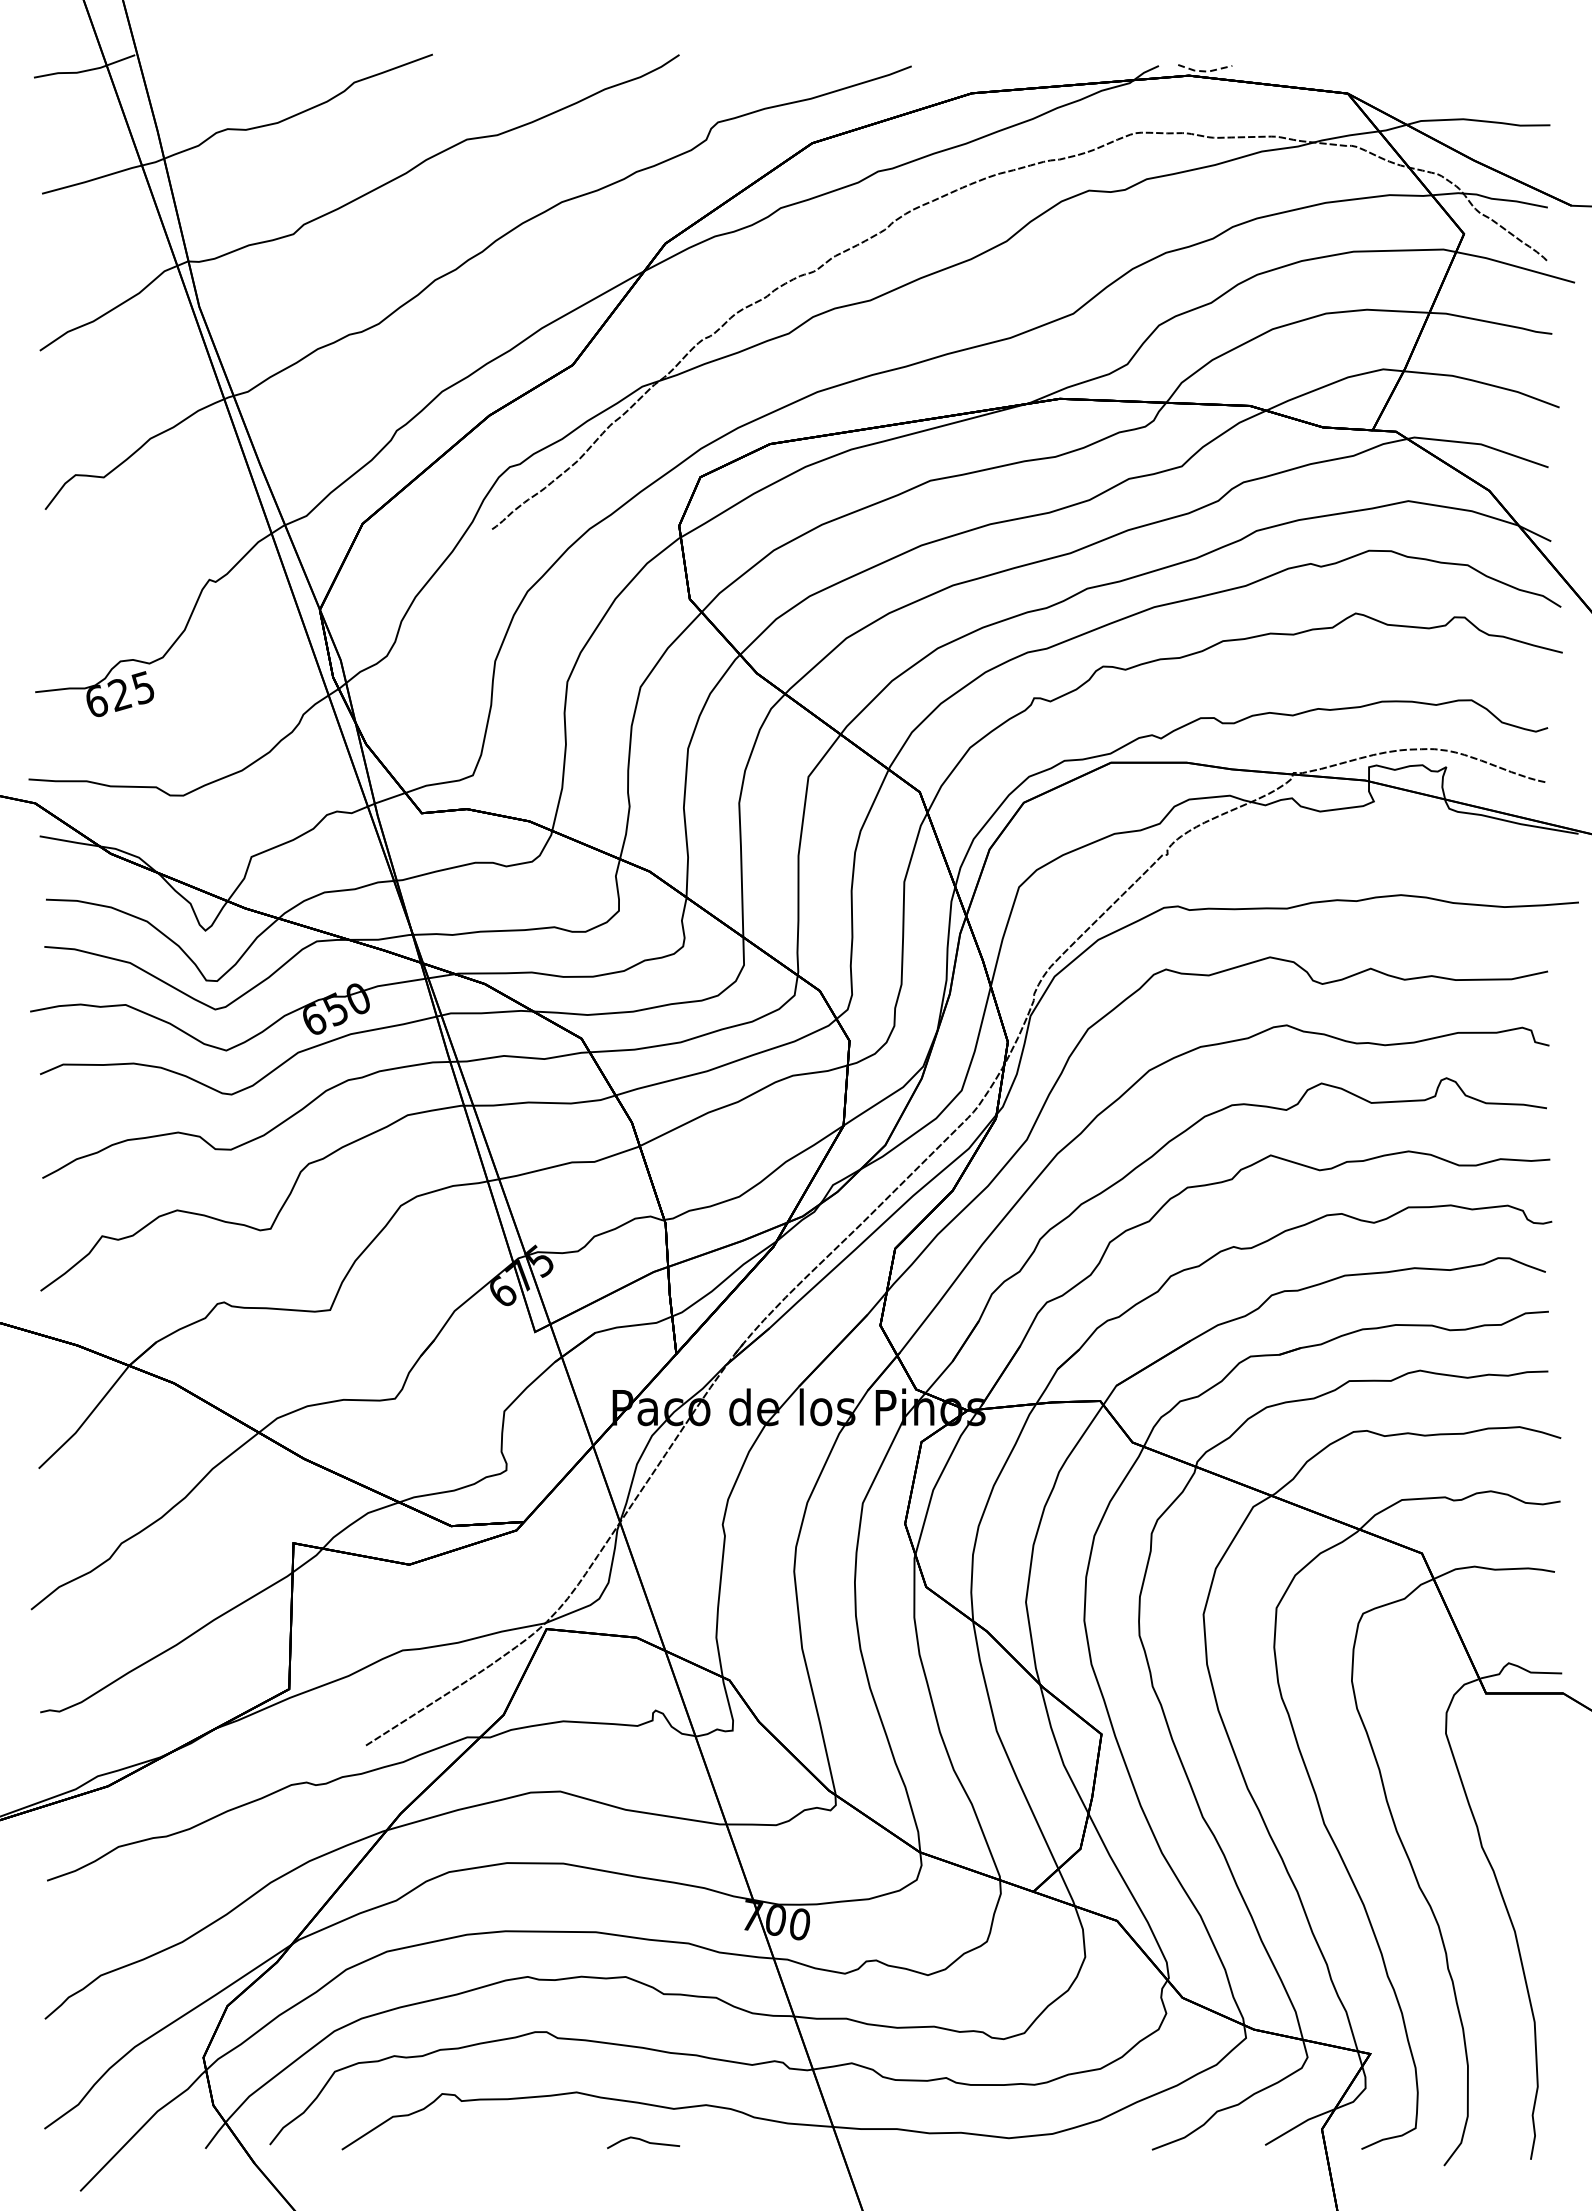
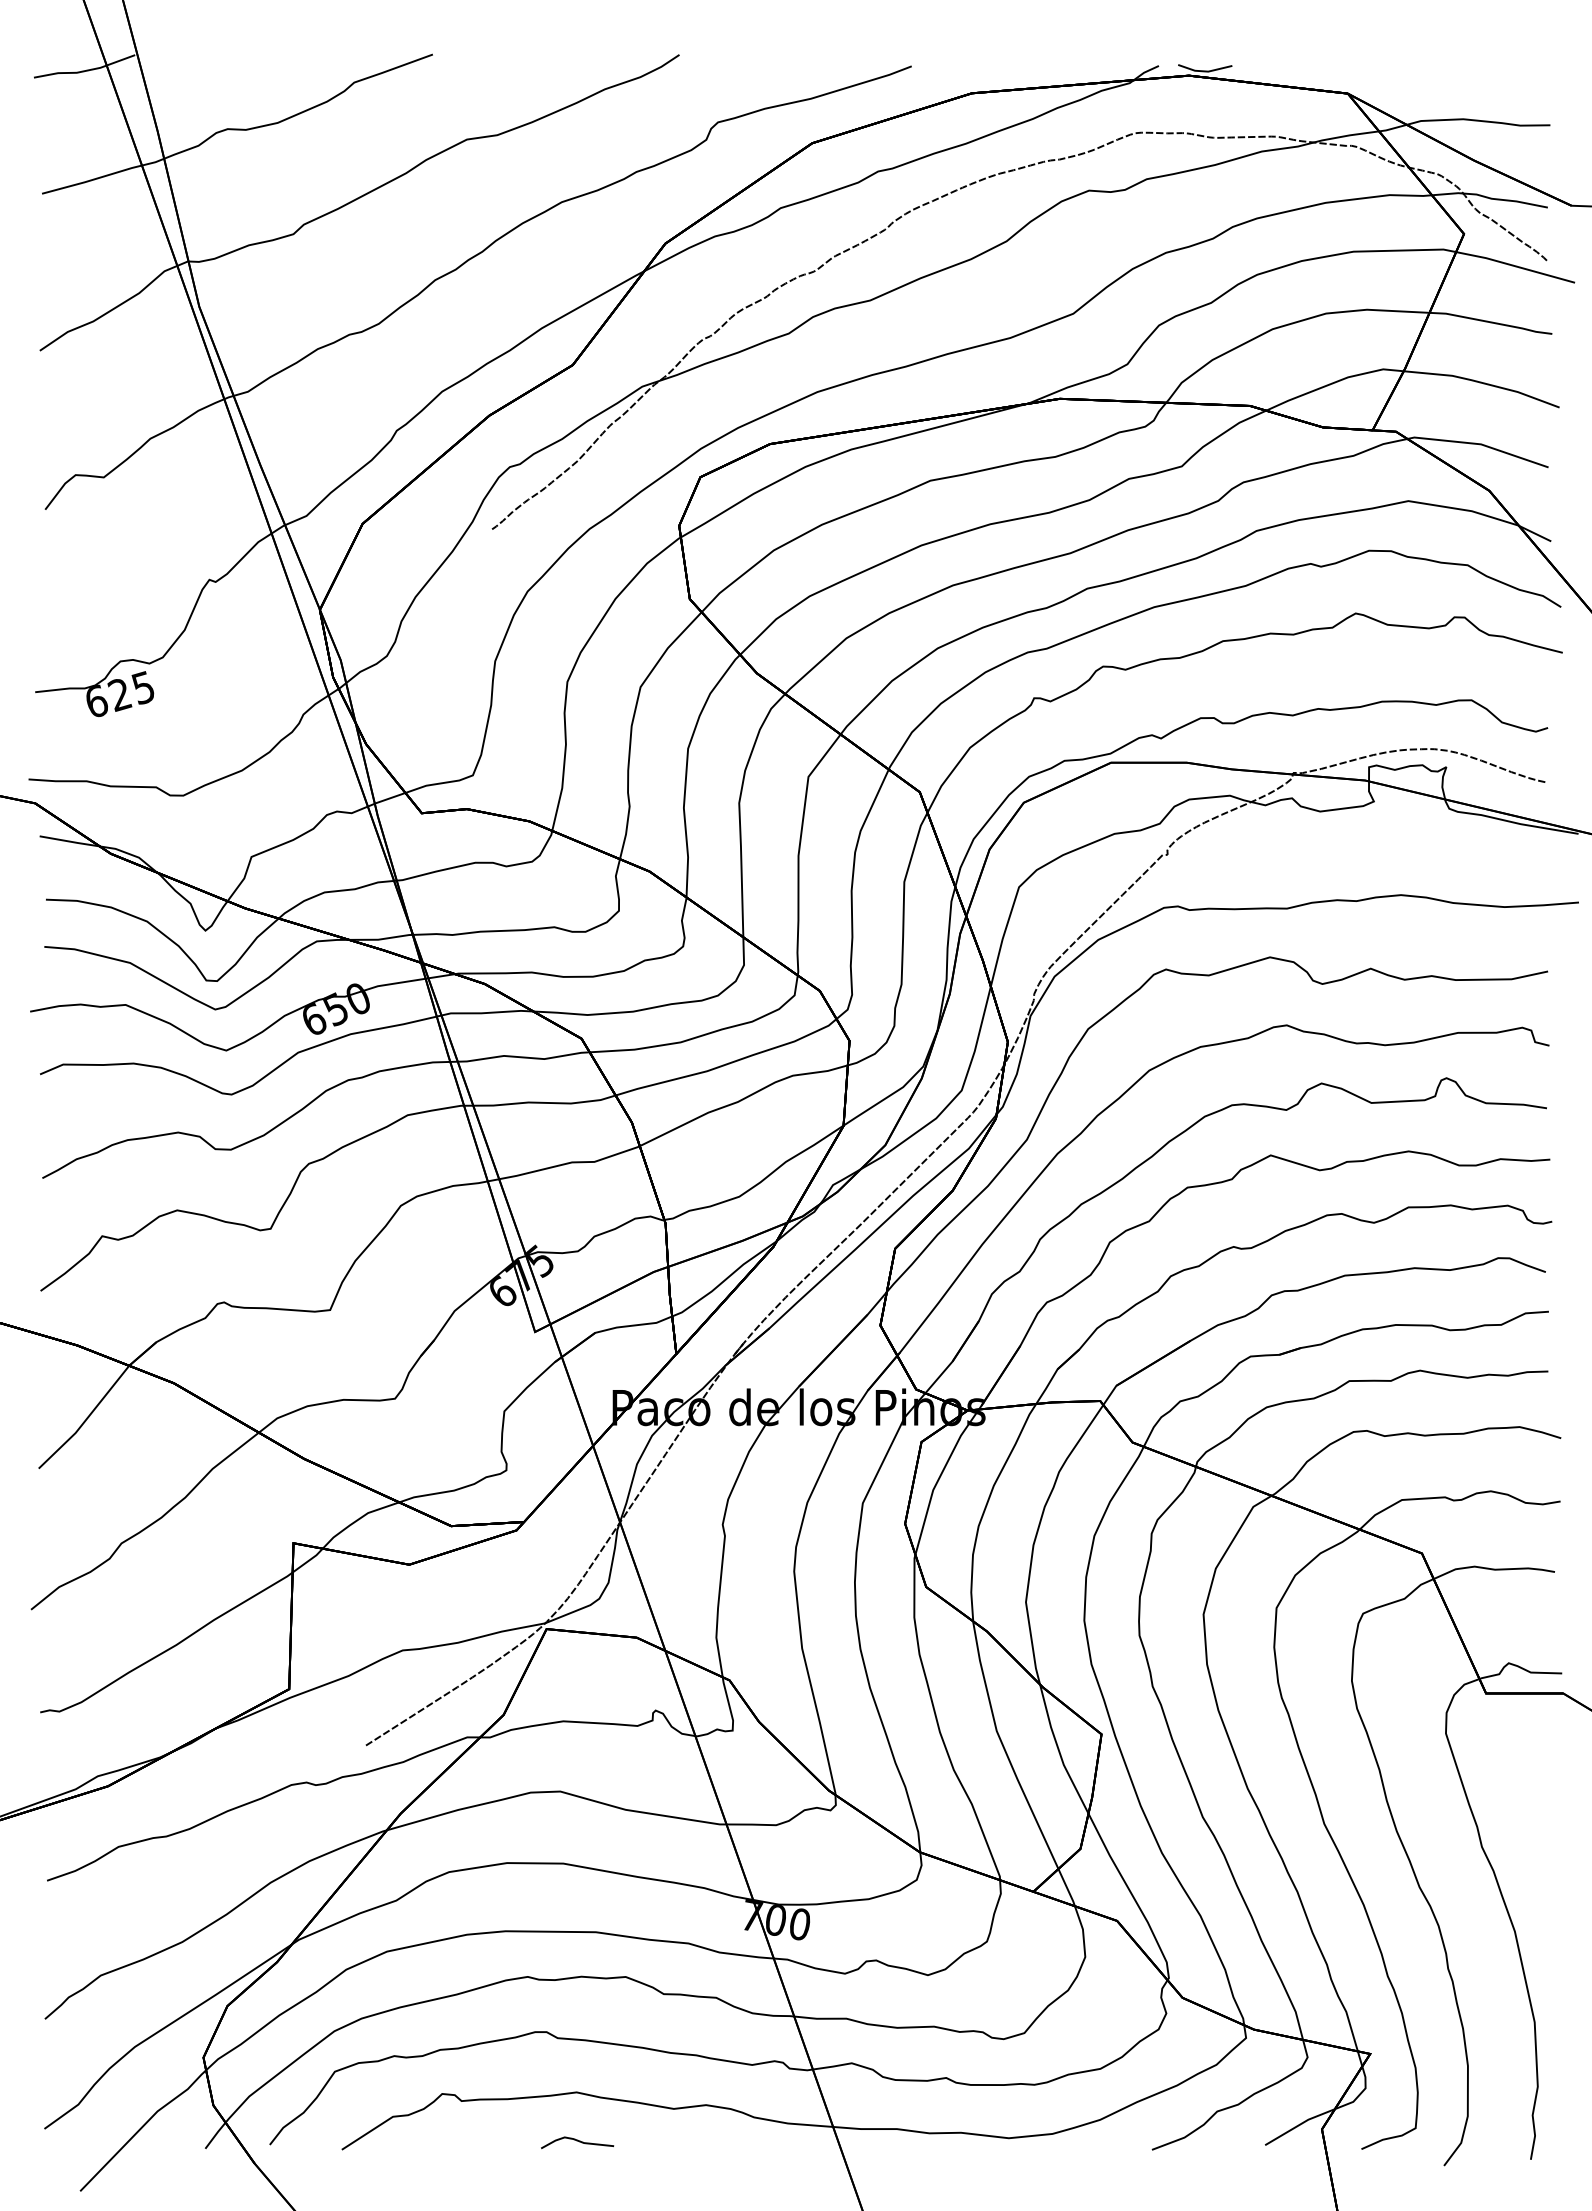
line at (1205, 71): dashed -> solid
curve at (643, 2141) position: (643, 2141) -> (577, 2141)
